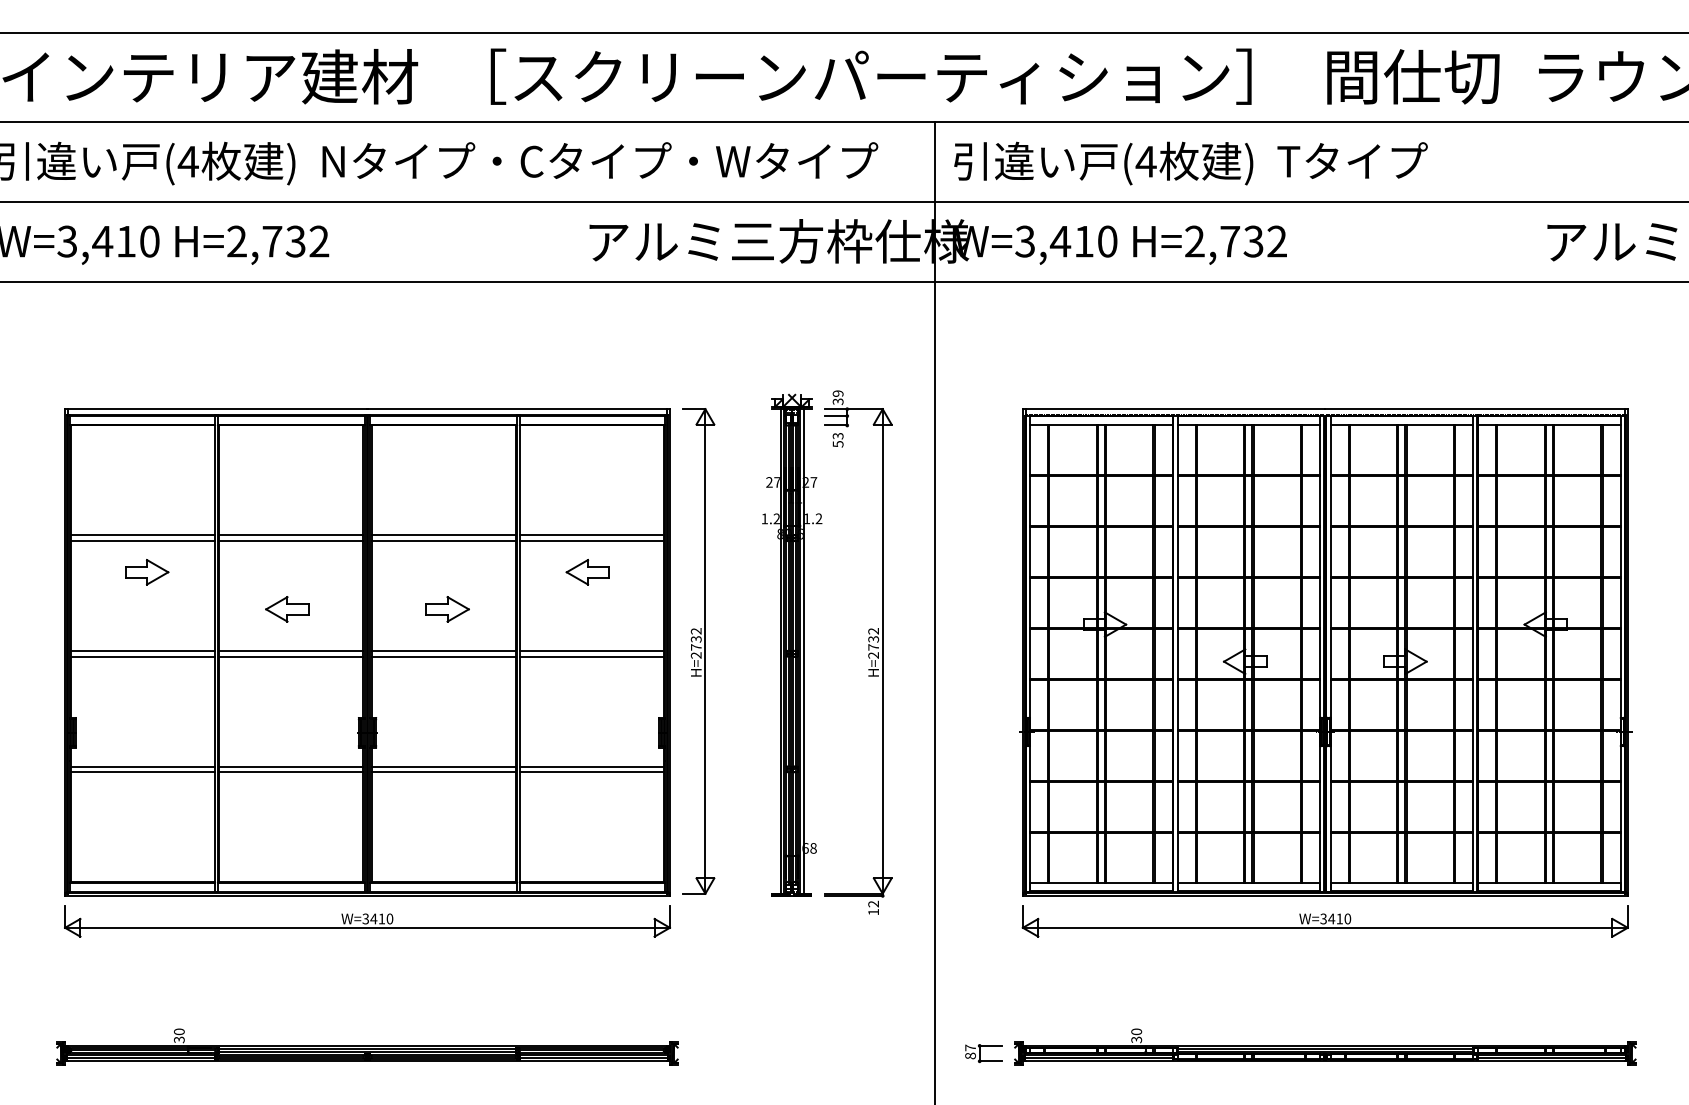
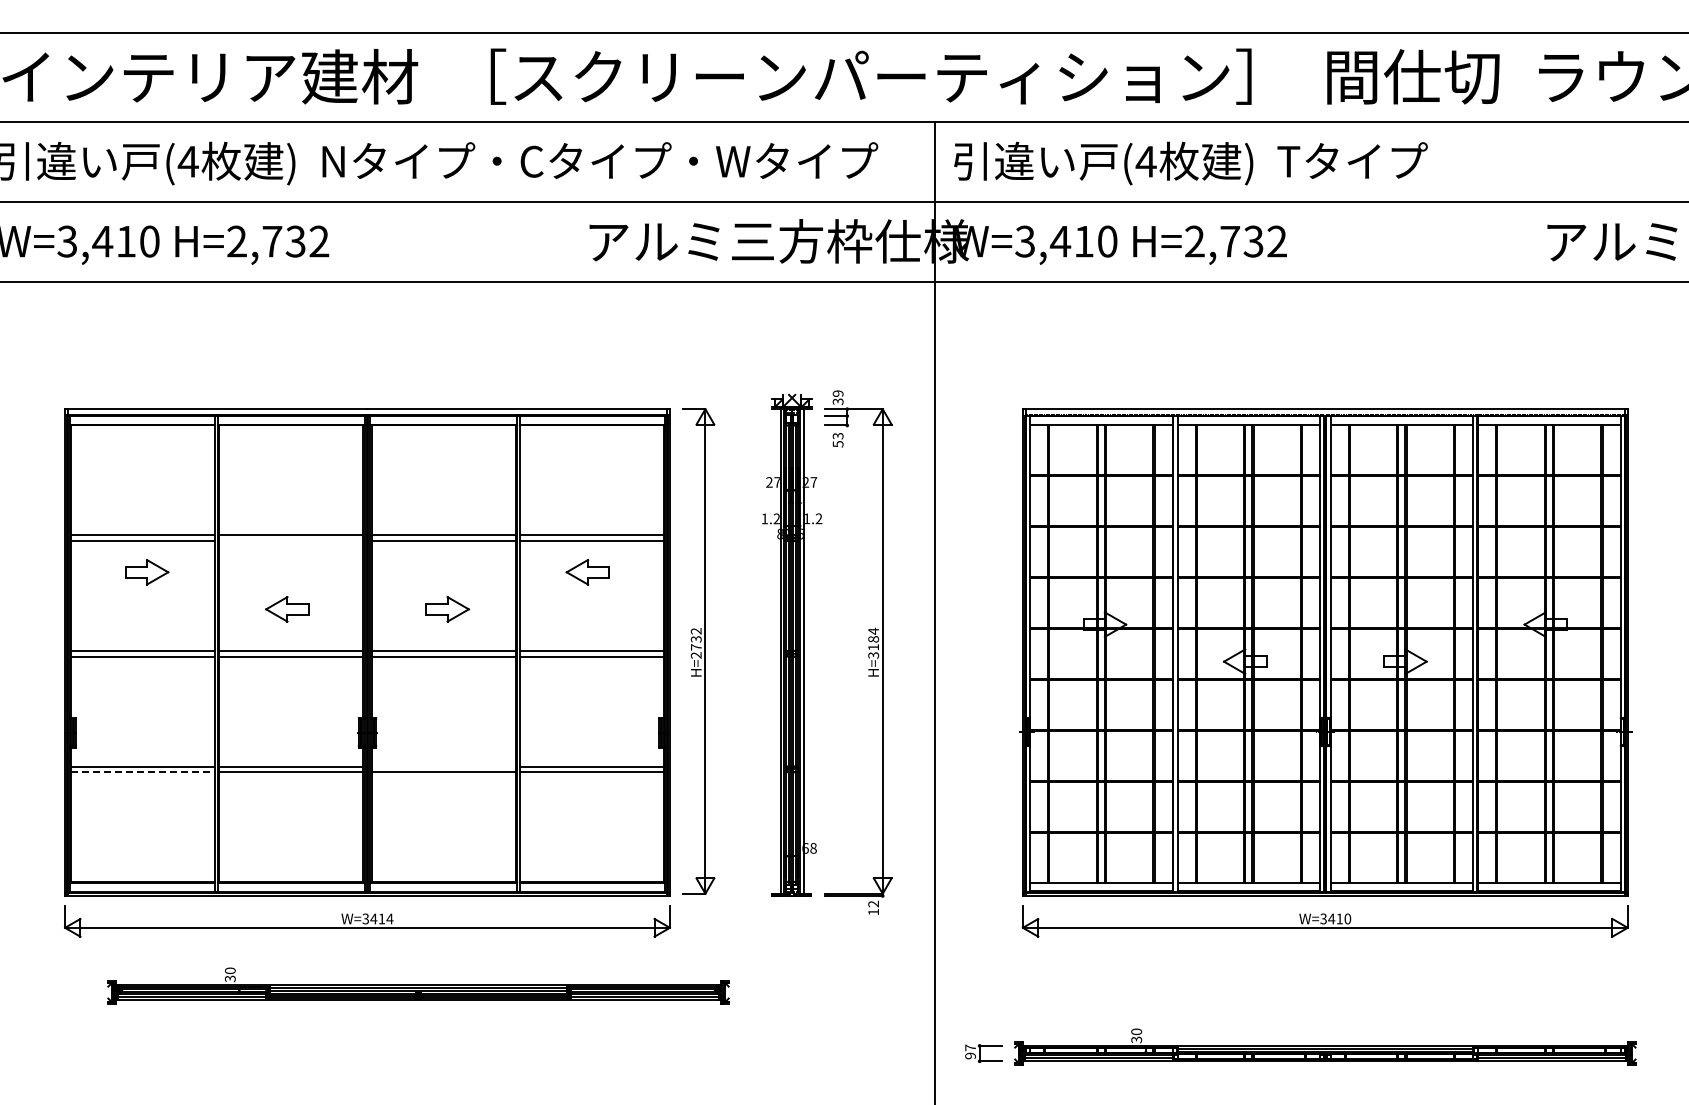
line at (291, 541): present -> none
text at (873, 642): H=2732 -> H=3184
line at (443, 766): present -> none
line at (143, 772): solid -> dashed
text at (389, 918): W=3410 -> W=3414
part at (367, 1046) position: (367, 1046) -> (418, 985)
text at (970, 1055): 87 -> 97
